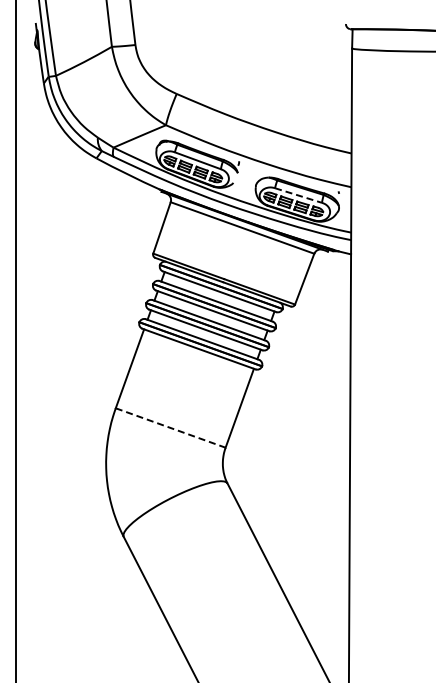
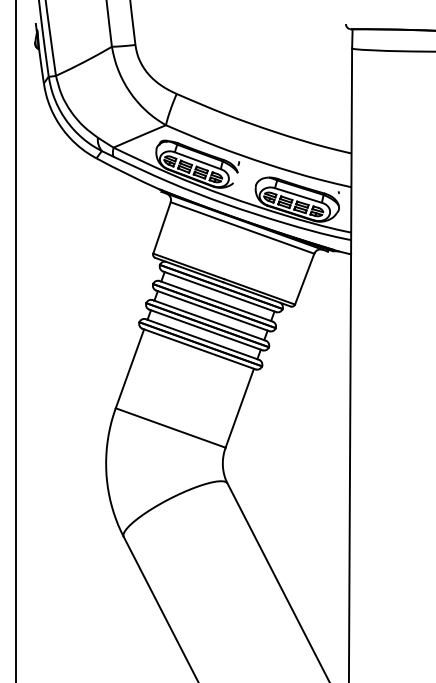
line at (298, 195): dashed -> solid
line at (171, 428): dashed -> solid
